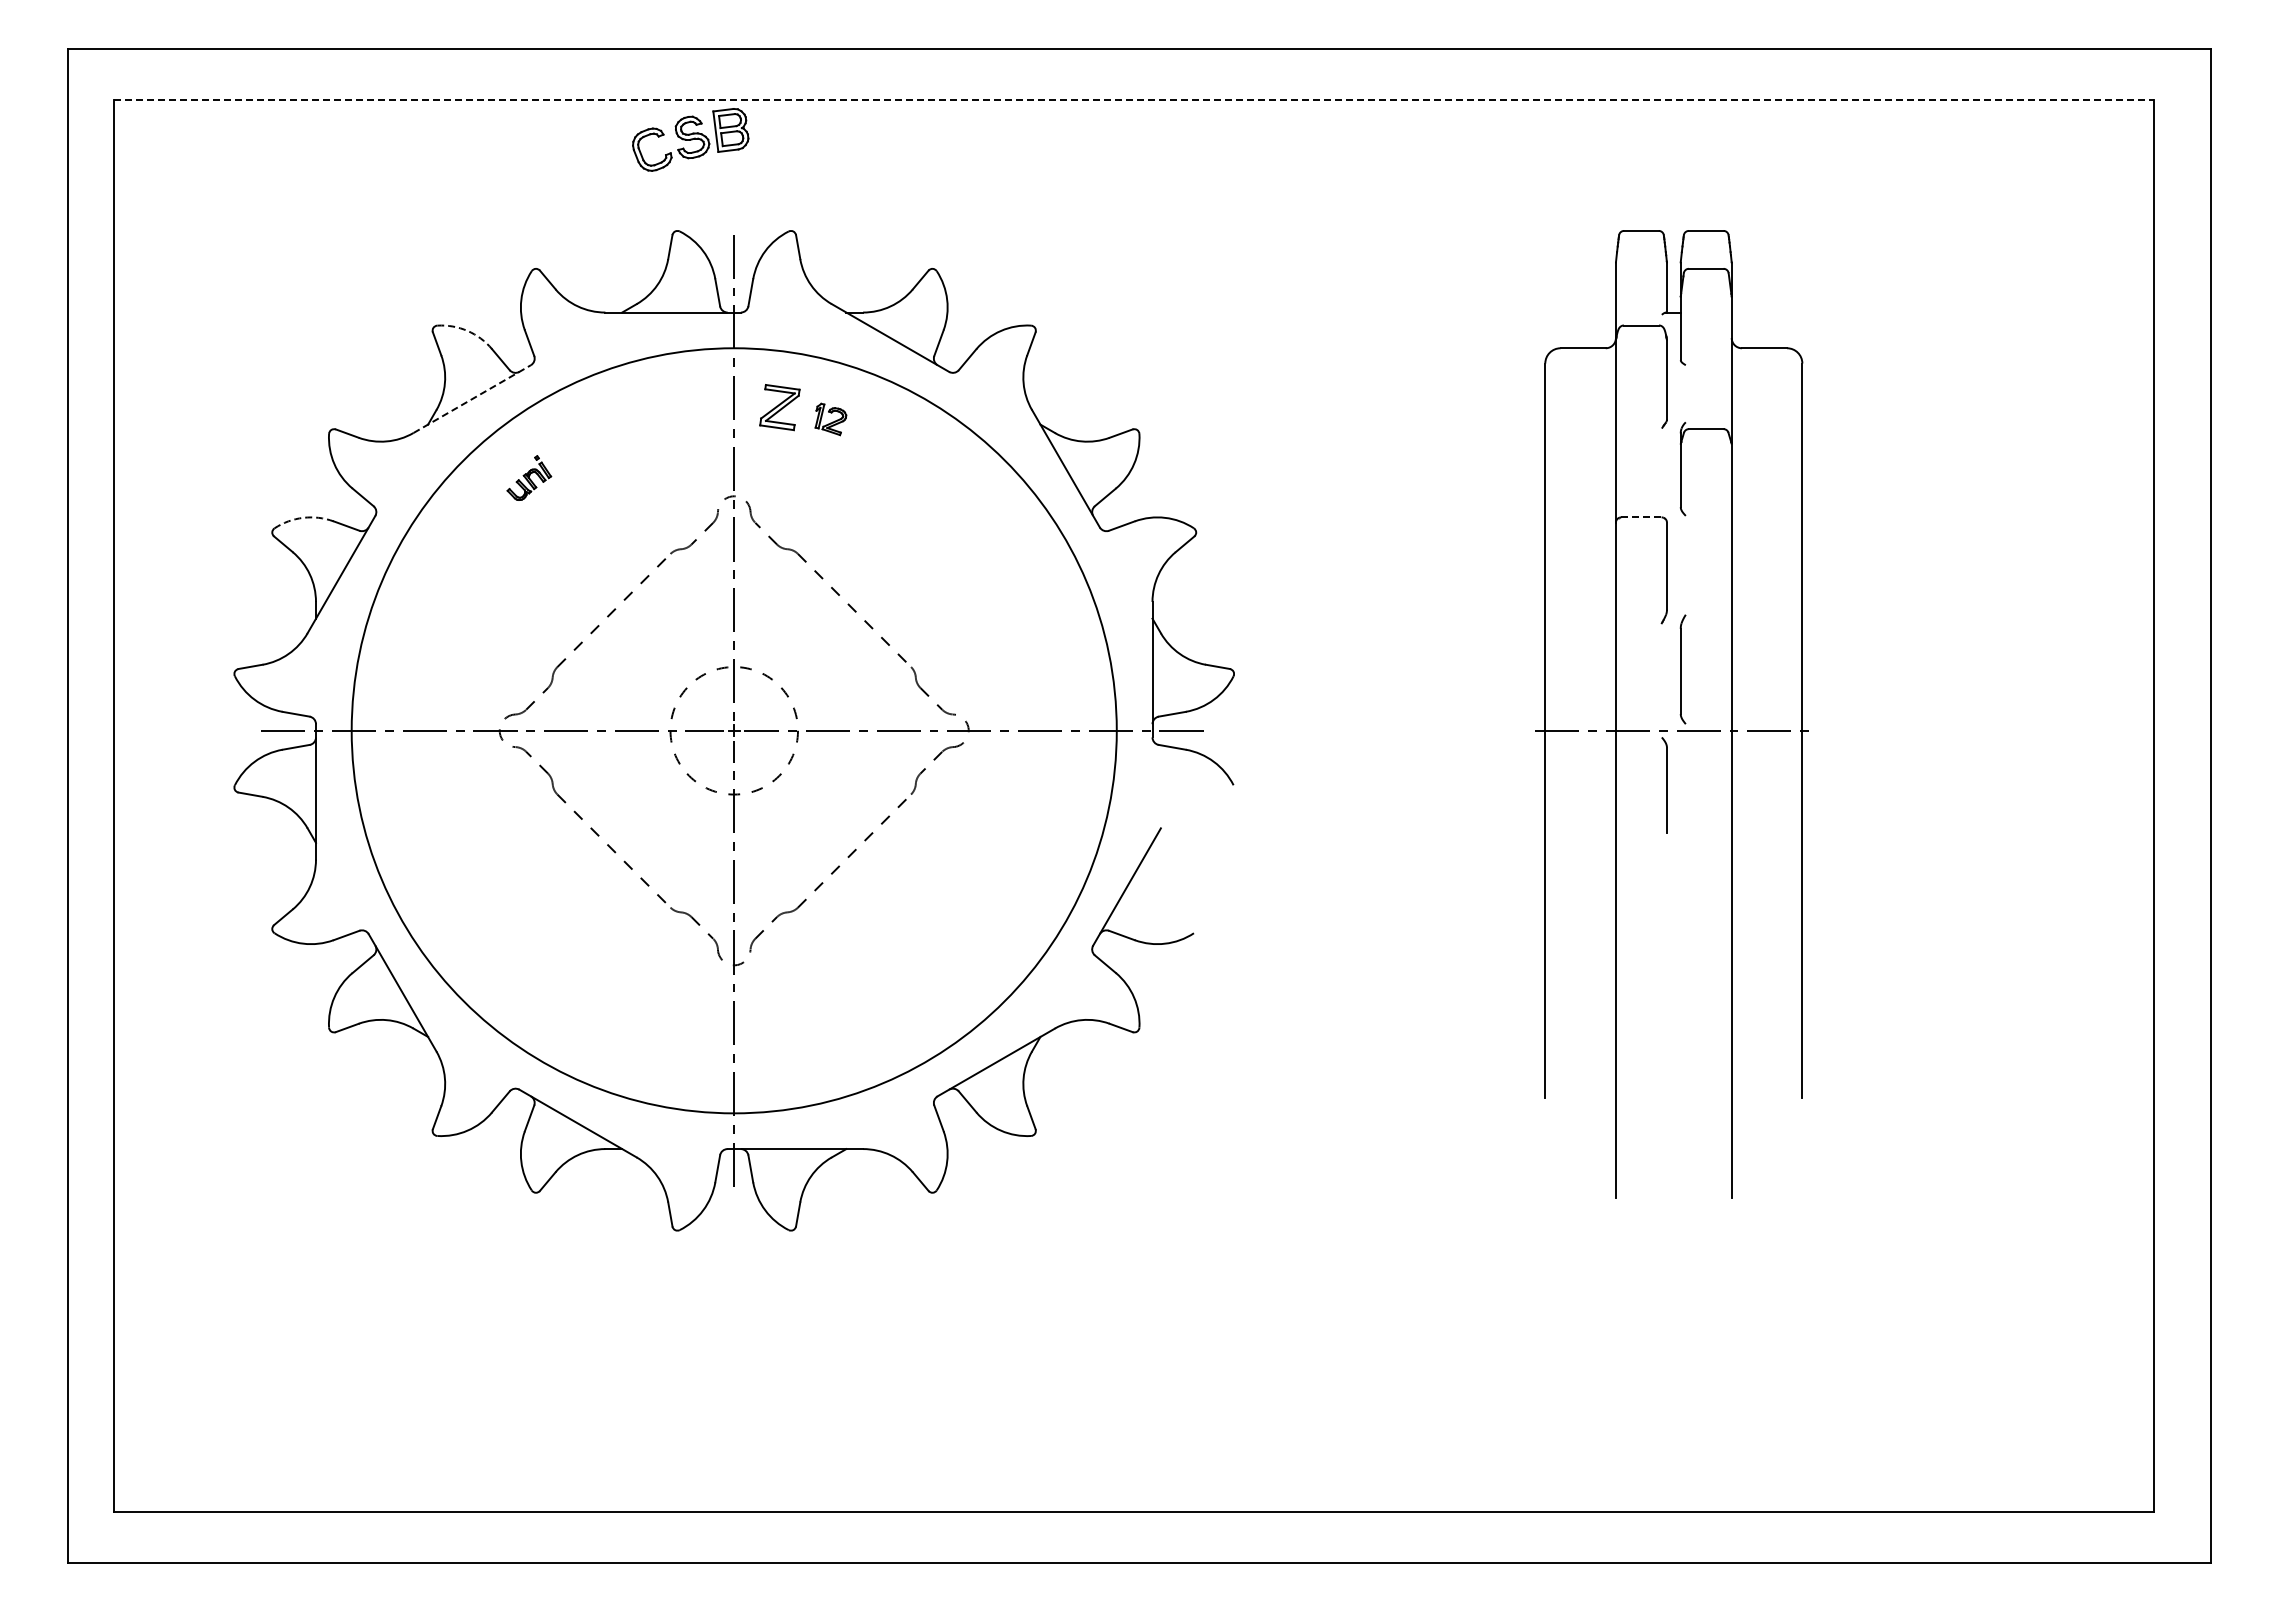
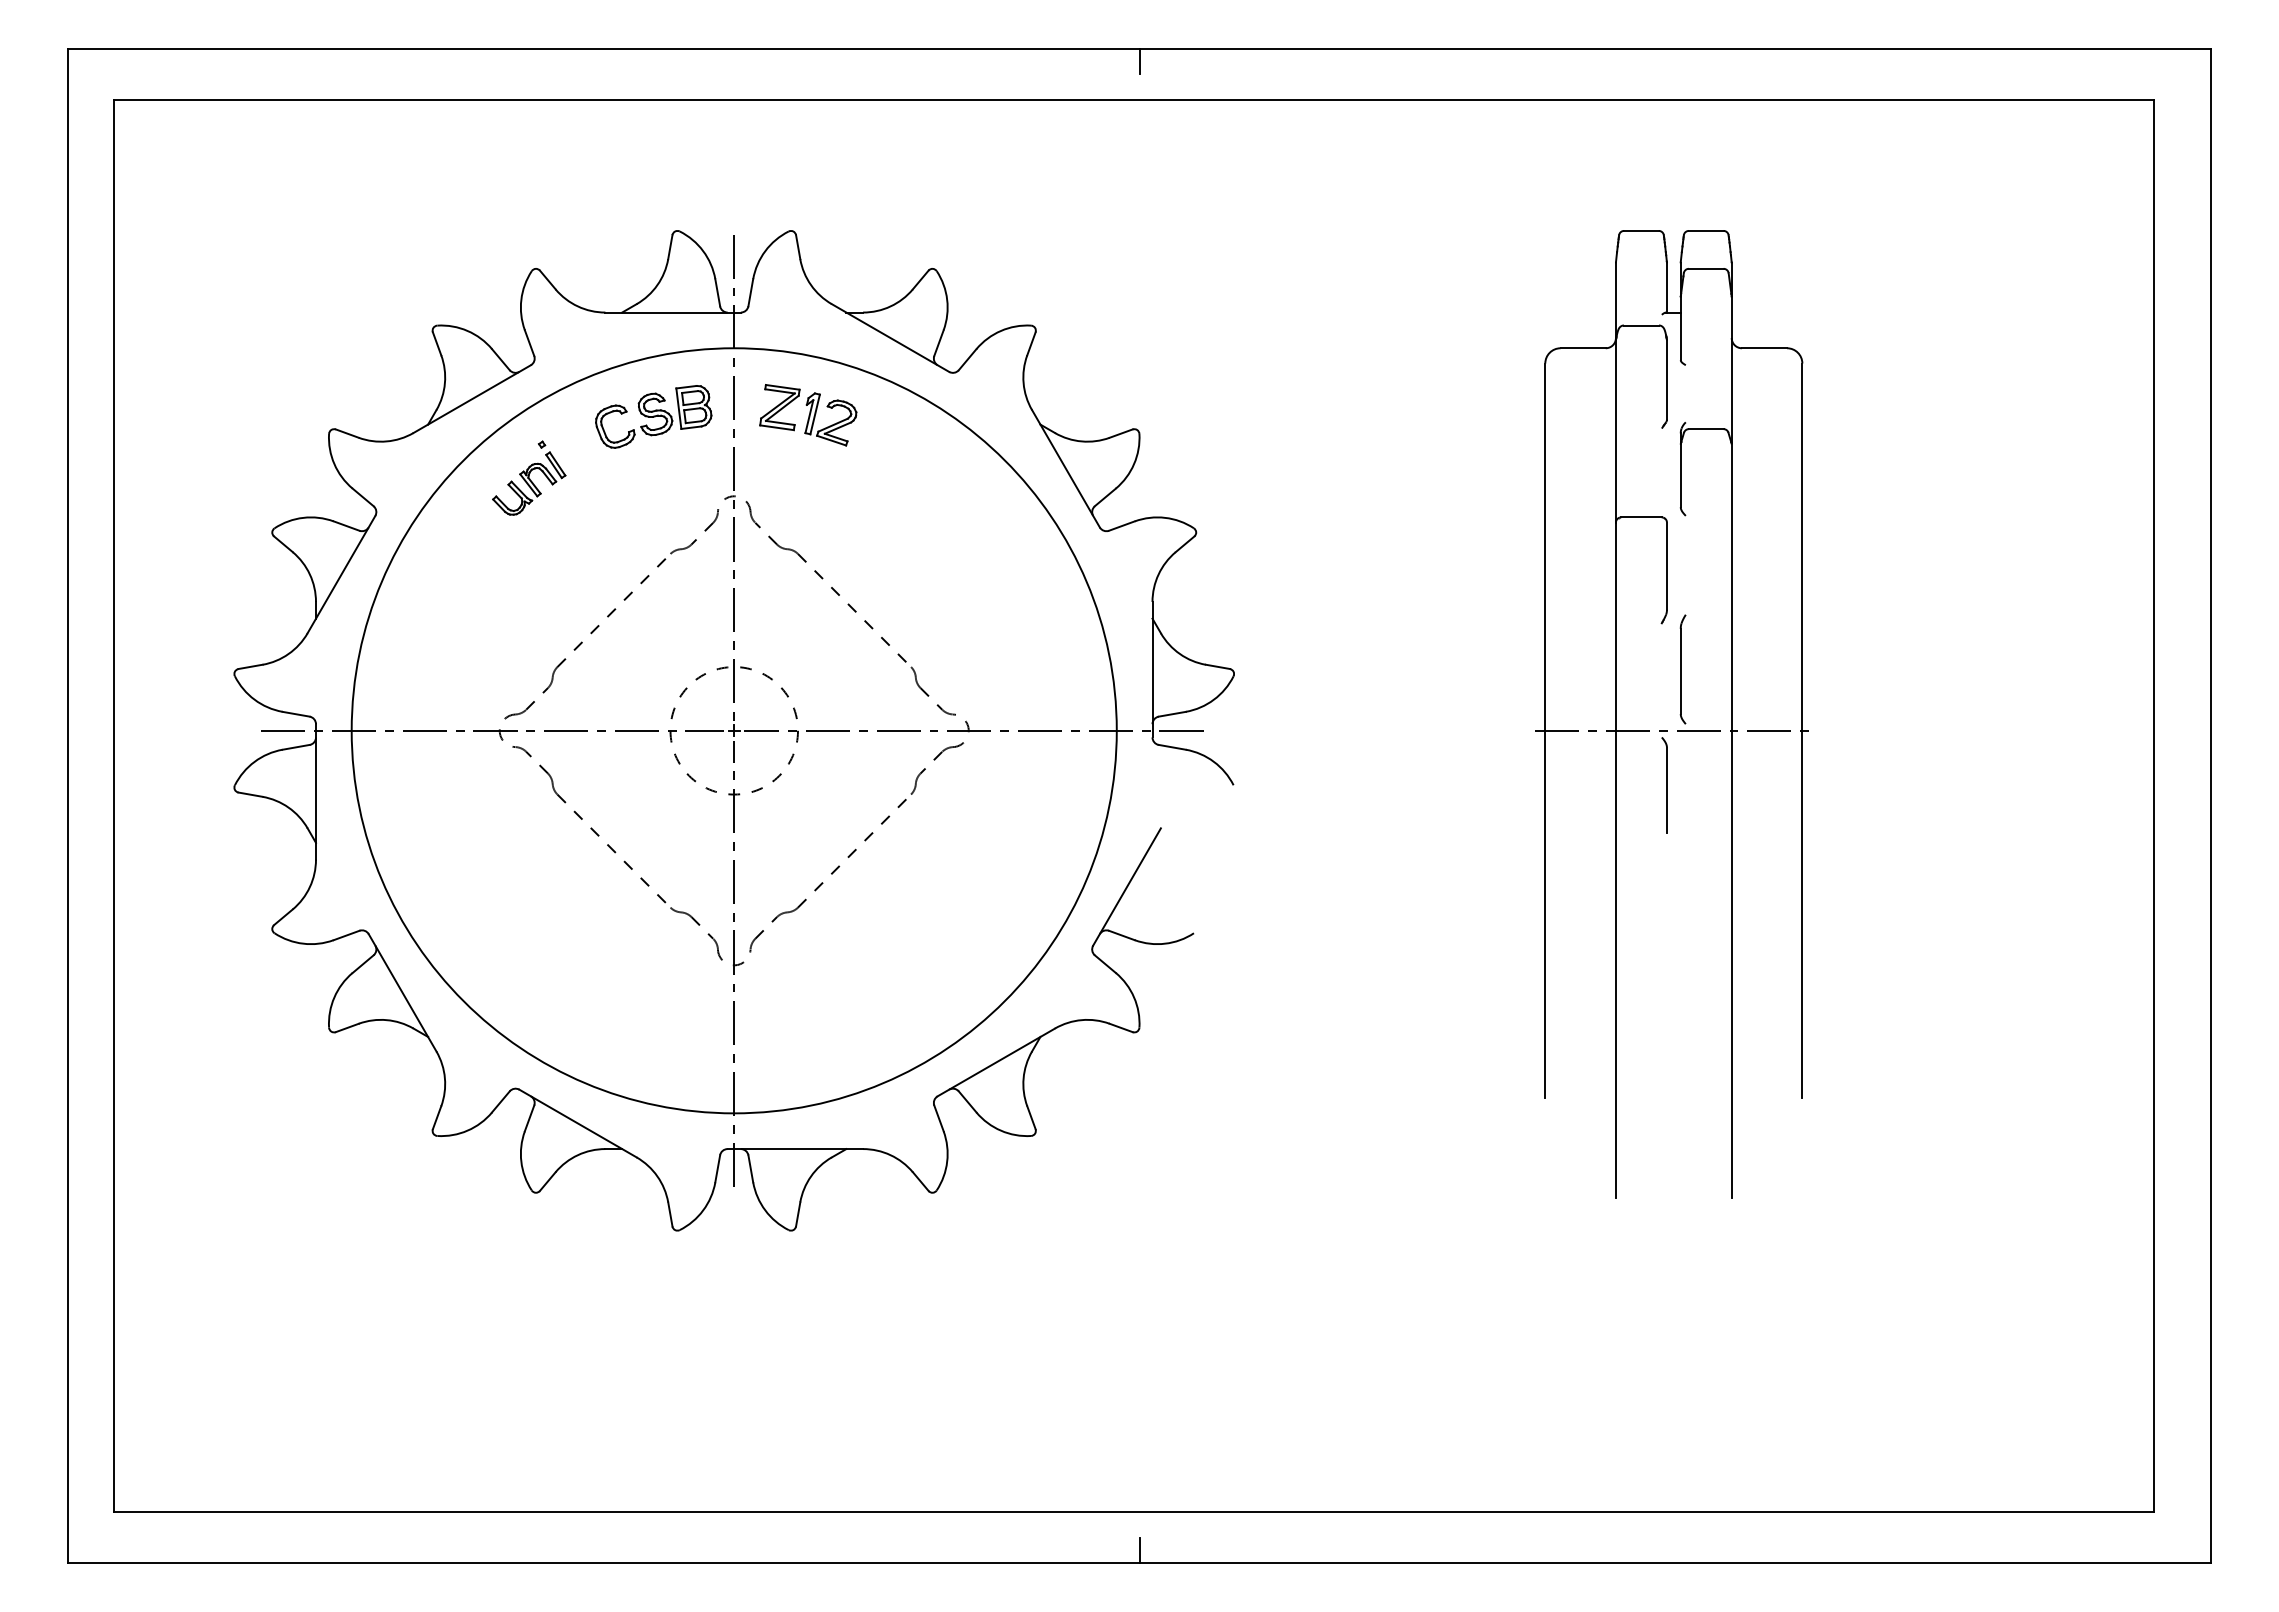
line at (1139, 61): none -> present
line at (1134, 99): dashed -> solid
part at (690, 139) position: (690, 139) -> (653, 416)
arc at (467, 330): dashed -> solid
line at (472, 399): dashed -> solid
part at (830, 419) size: 34x35 px -> 54x55 px
part at (529, 477) size: 47x46 px -> 75x76 px
arc at (303, 517): dashed -> solid
line at (1641, 517): dashed -> solid
line at (1139, 1550): none -> present
